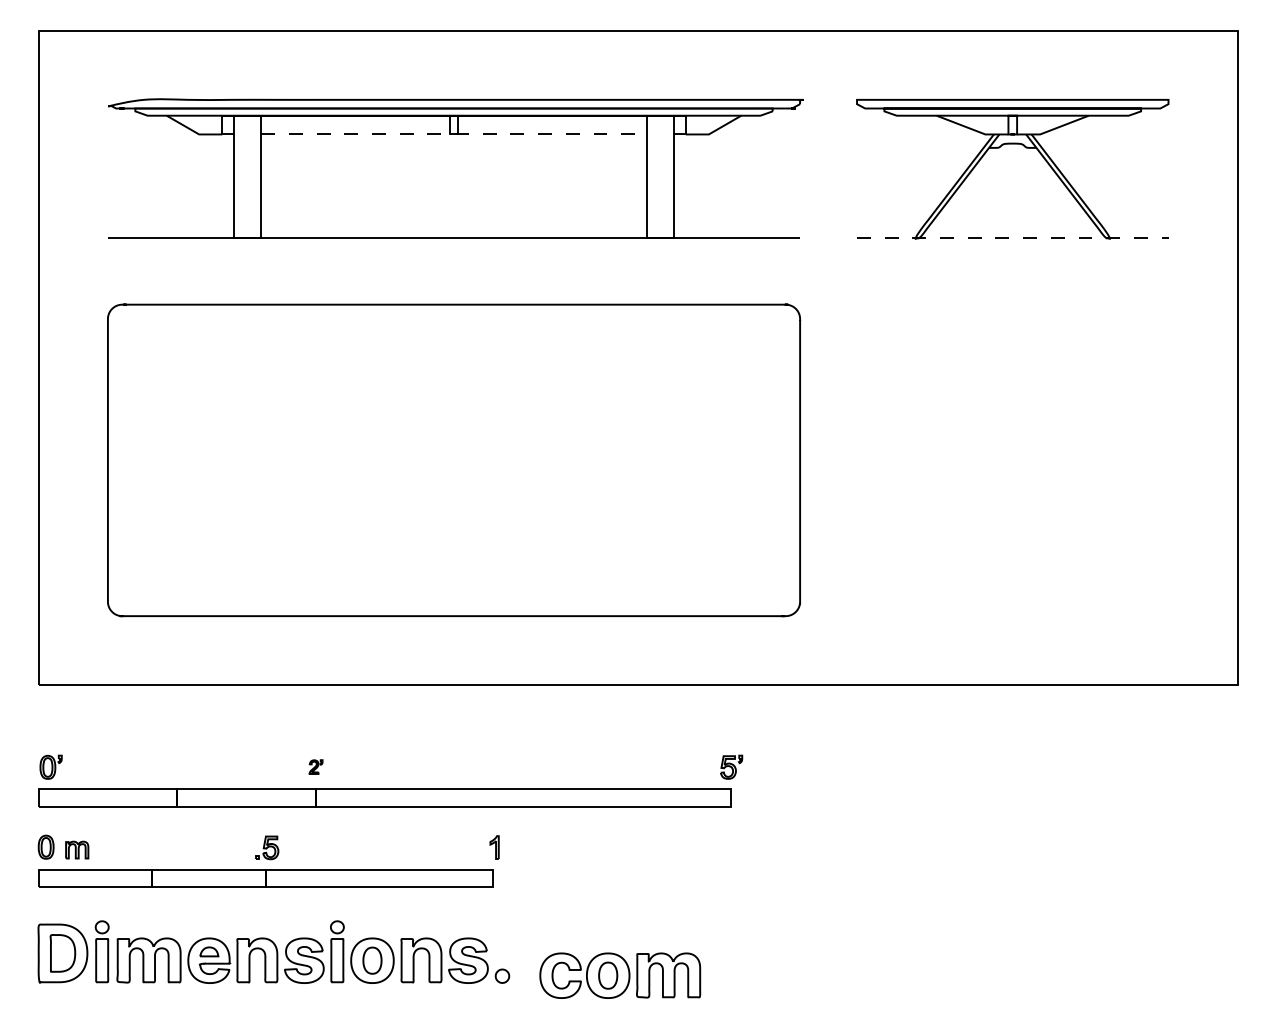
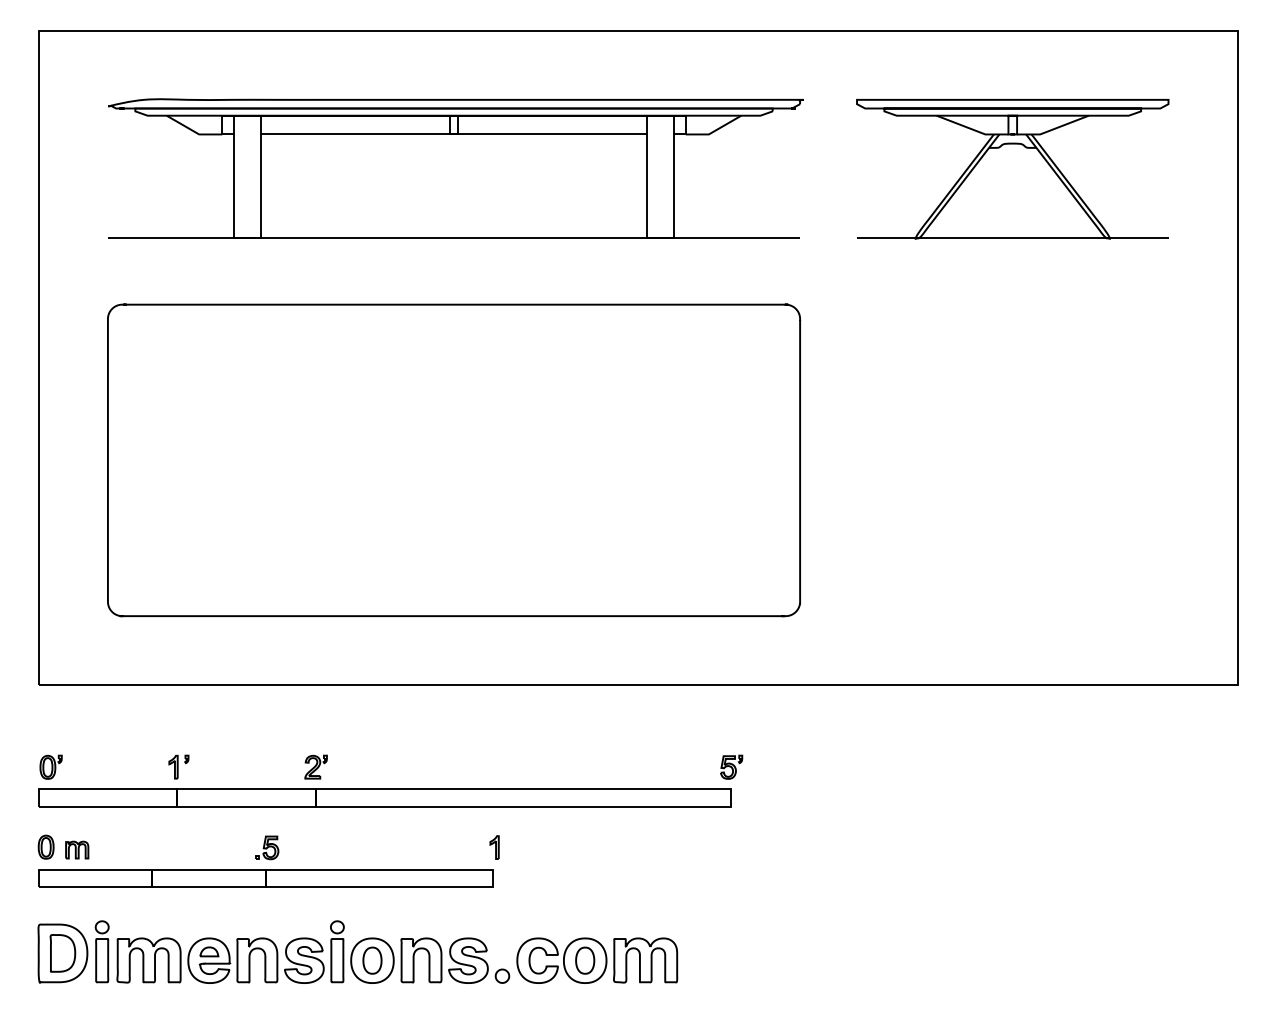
line at (454, 134): dashed -> solid
line at (1012, 238): dashed -> solid
part at (178, 766): none -> present
part at (315, 766) size: 16x16 px -> 24x26 px
part at (620, 975) position: (620, 975) -> (597, 960)
